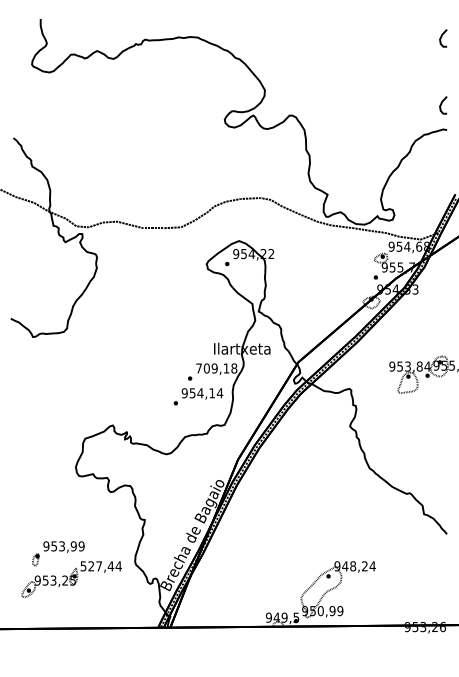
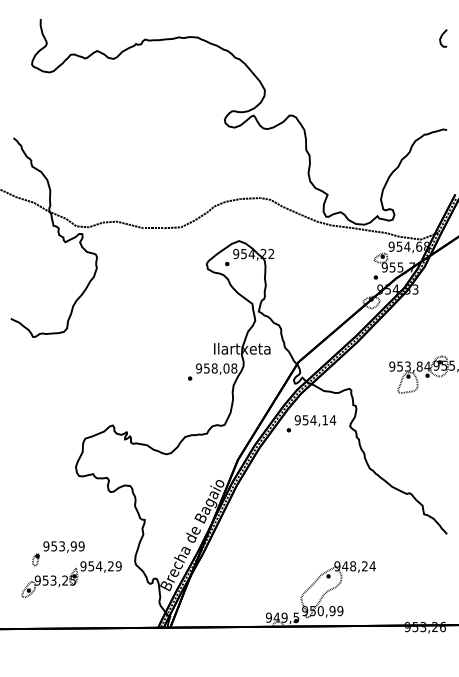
curve at (441, 105): present -> none
text at (212, 368): 709,18 -> 958,08
text at (198, 396) position: (198, 396) -> (311, 423)
text at (100, 566): 527,44 -> 954,29
